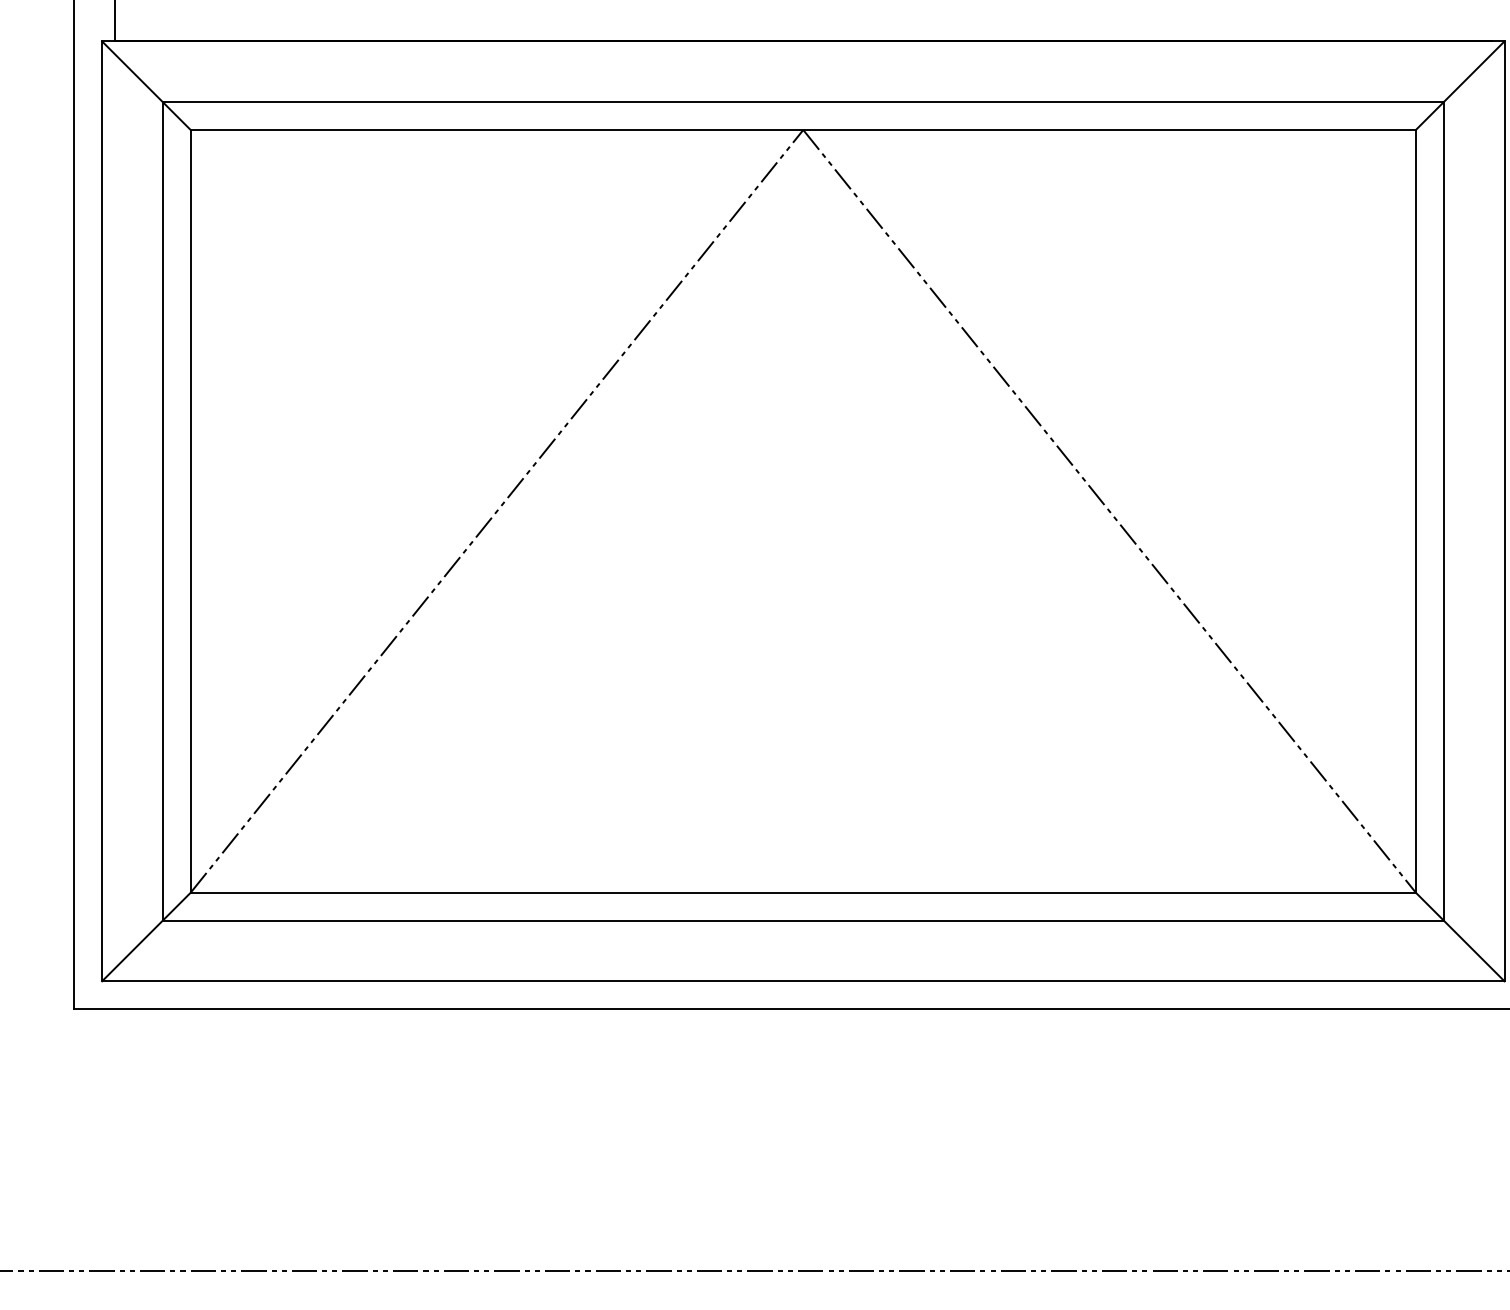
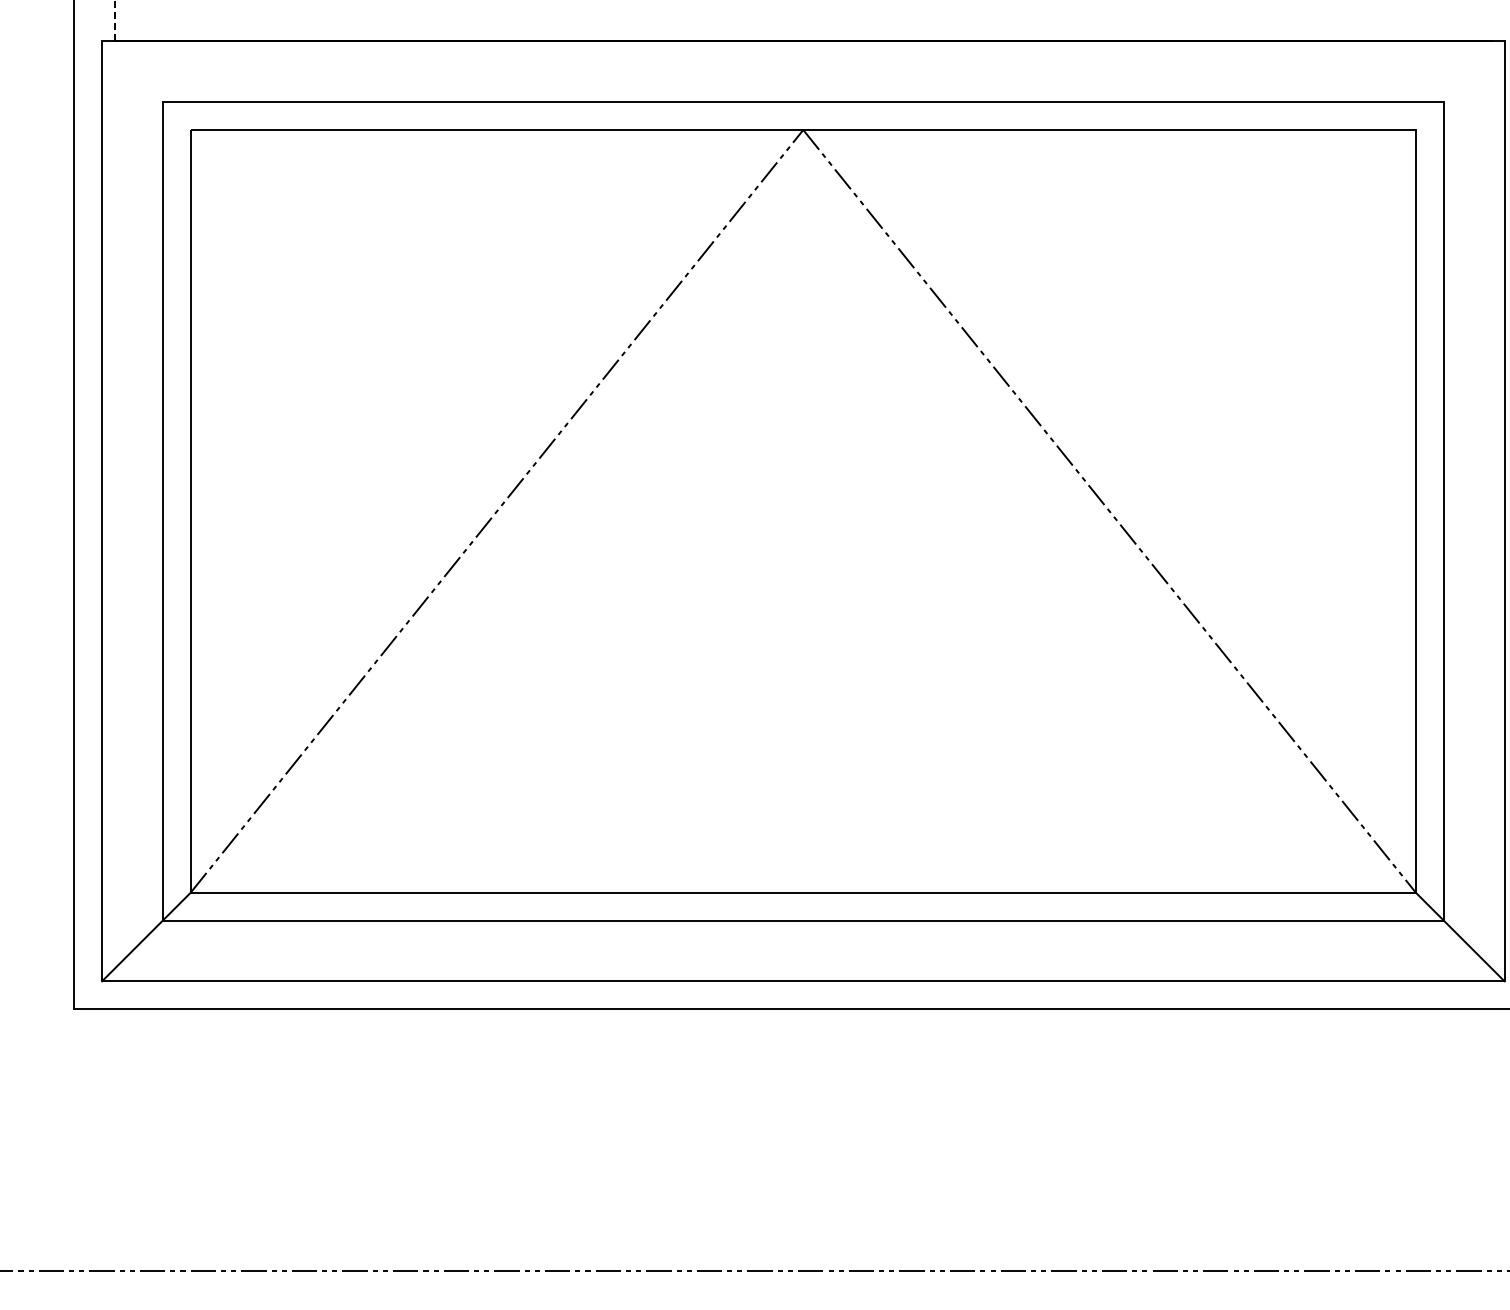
line at (114, 20): solid -> dashed
line at (146, 85): present -> none
line at (1459, 85): present -> none
